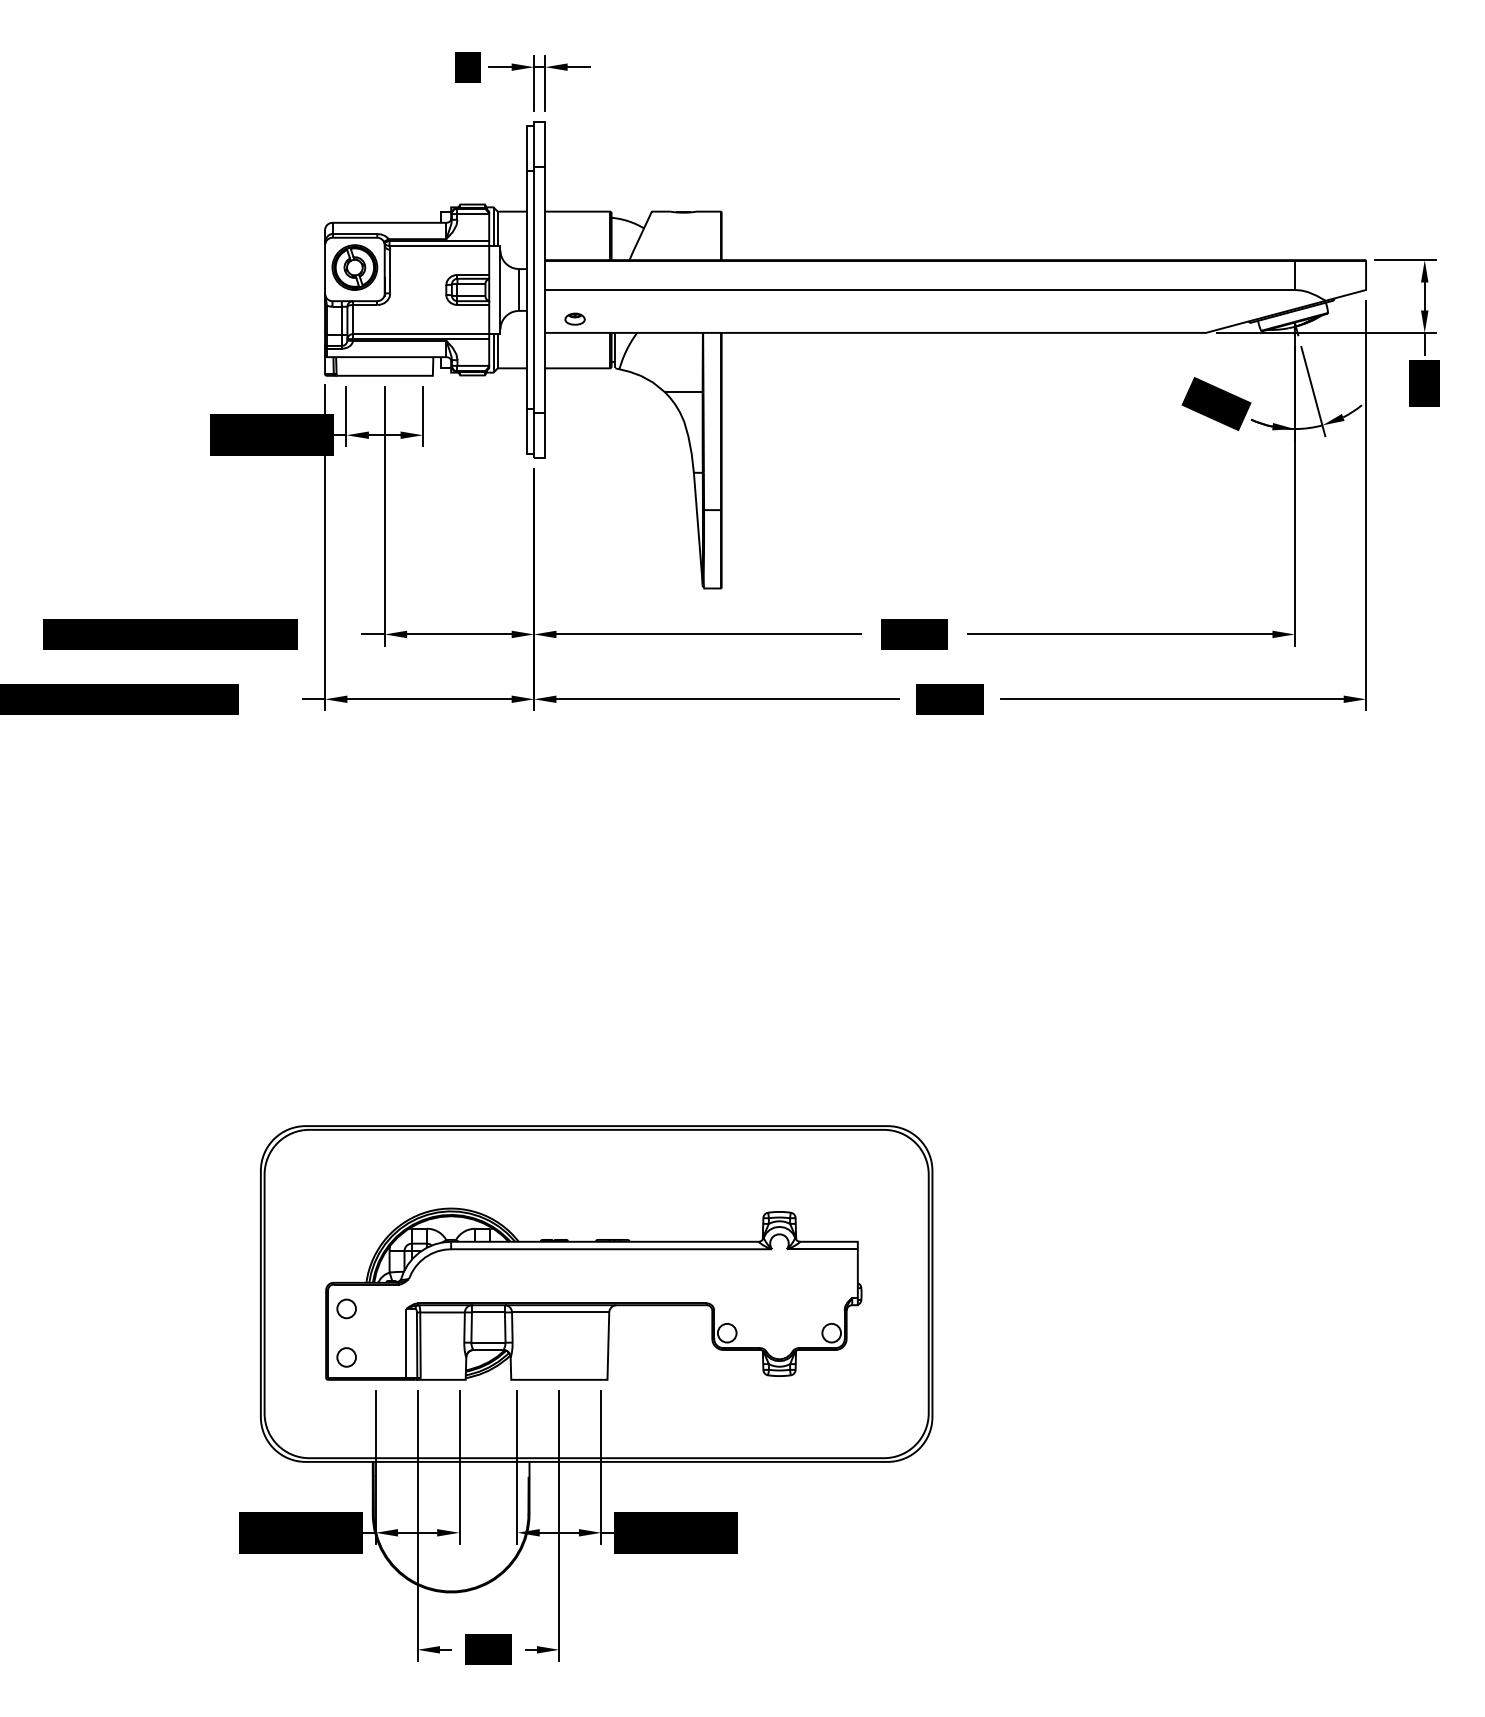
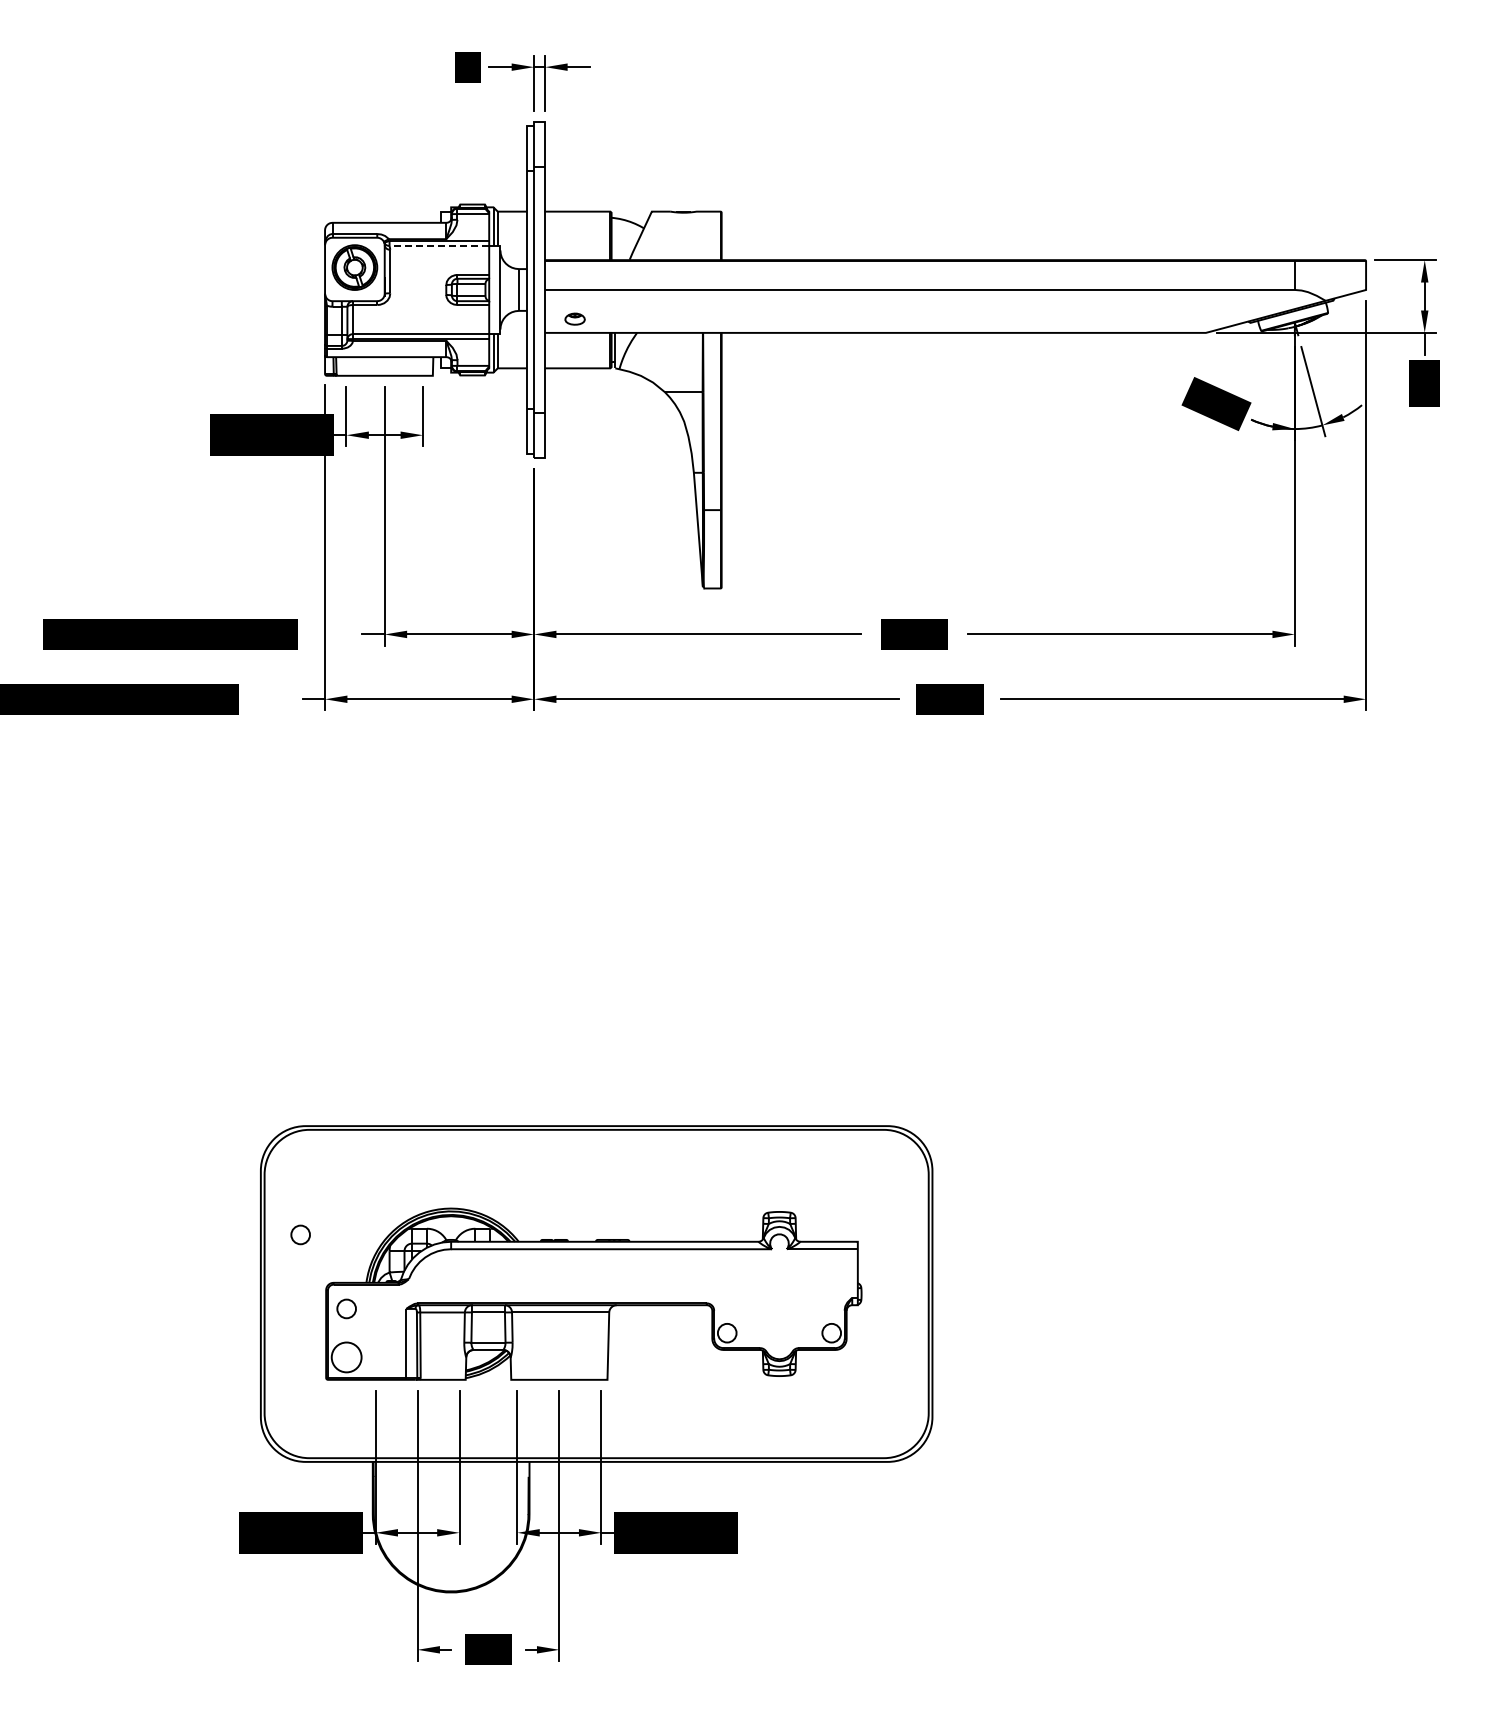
line at (439, 245): solid -> dashed
circle at (300, 1234): none -> present
circle at (346, 1357) diameter: 19 px -> 30 px
